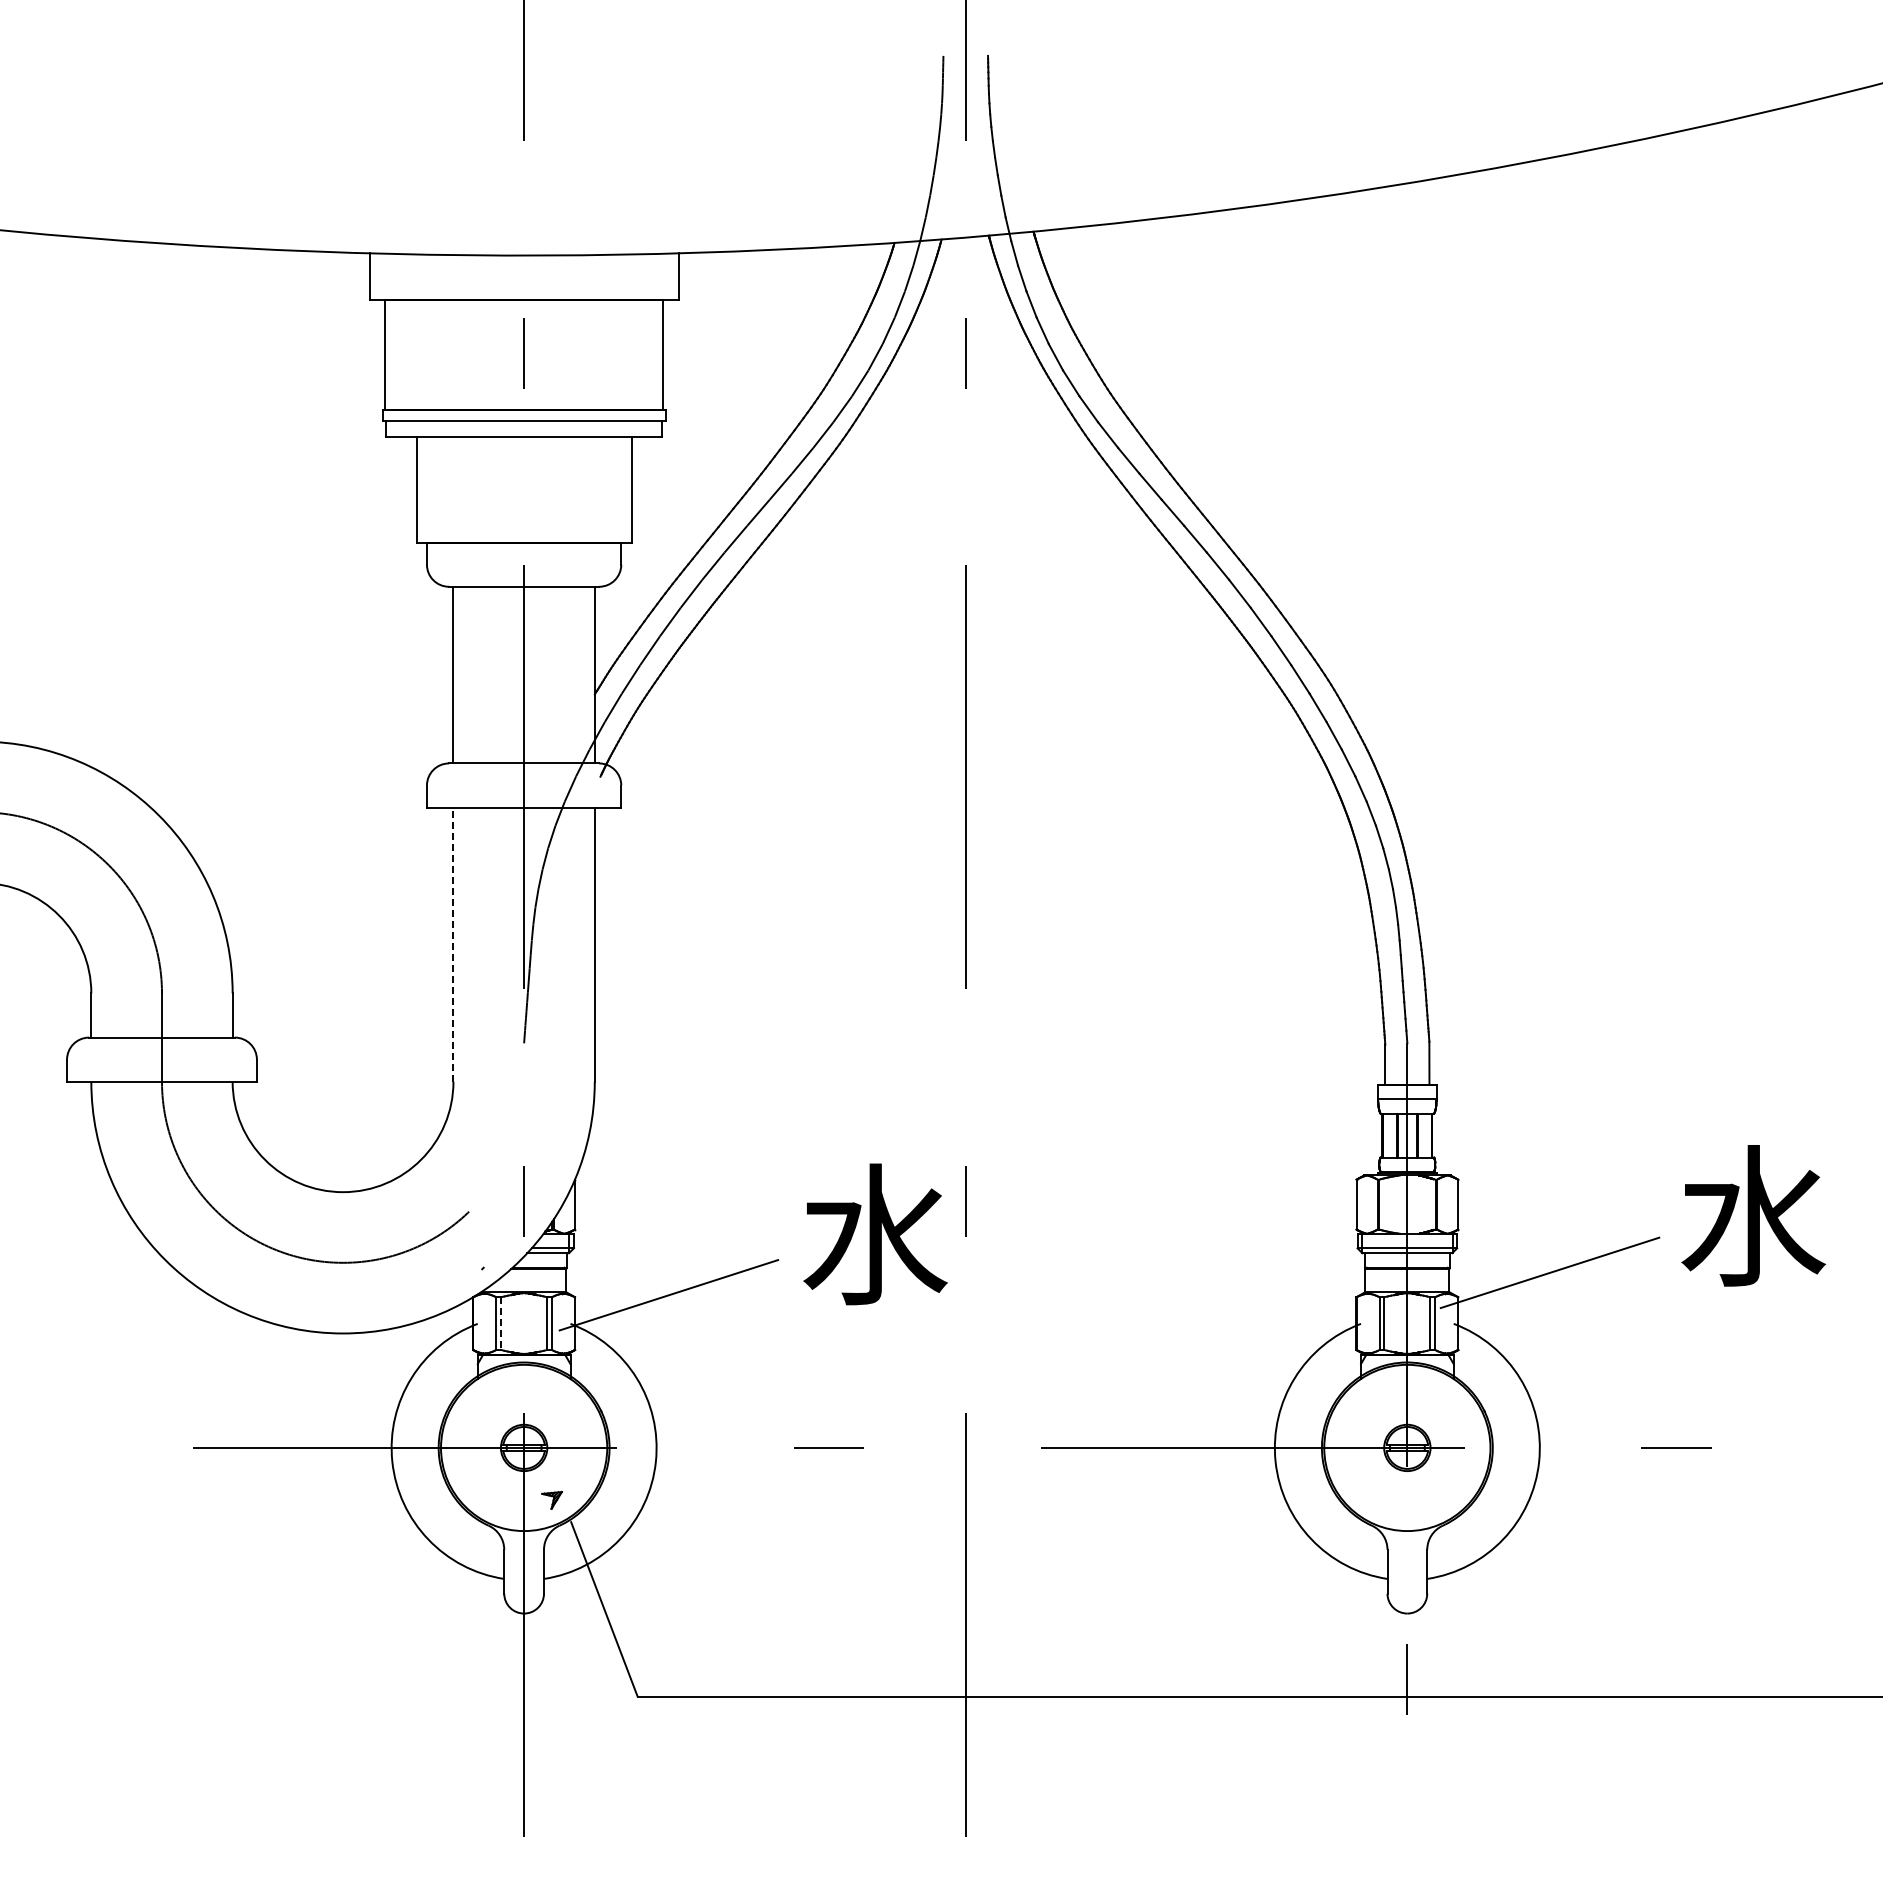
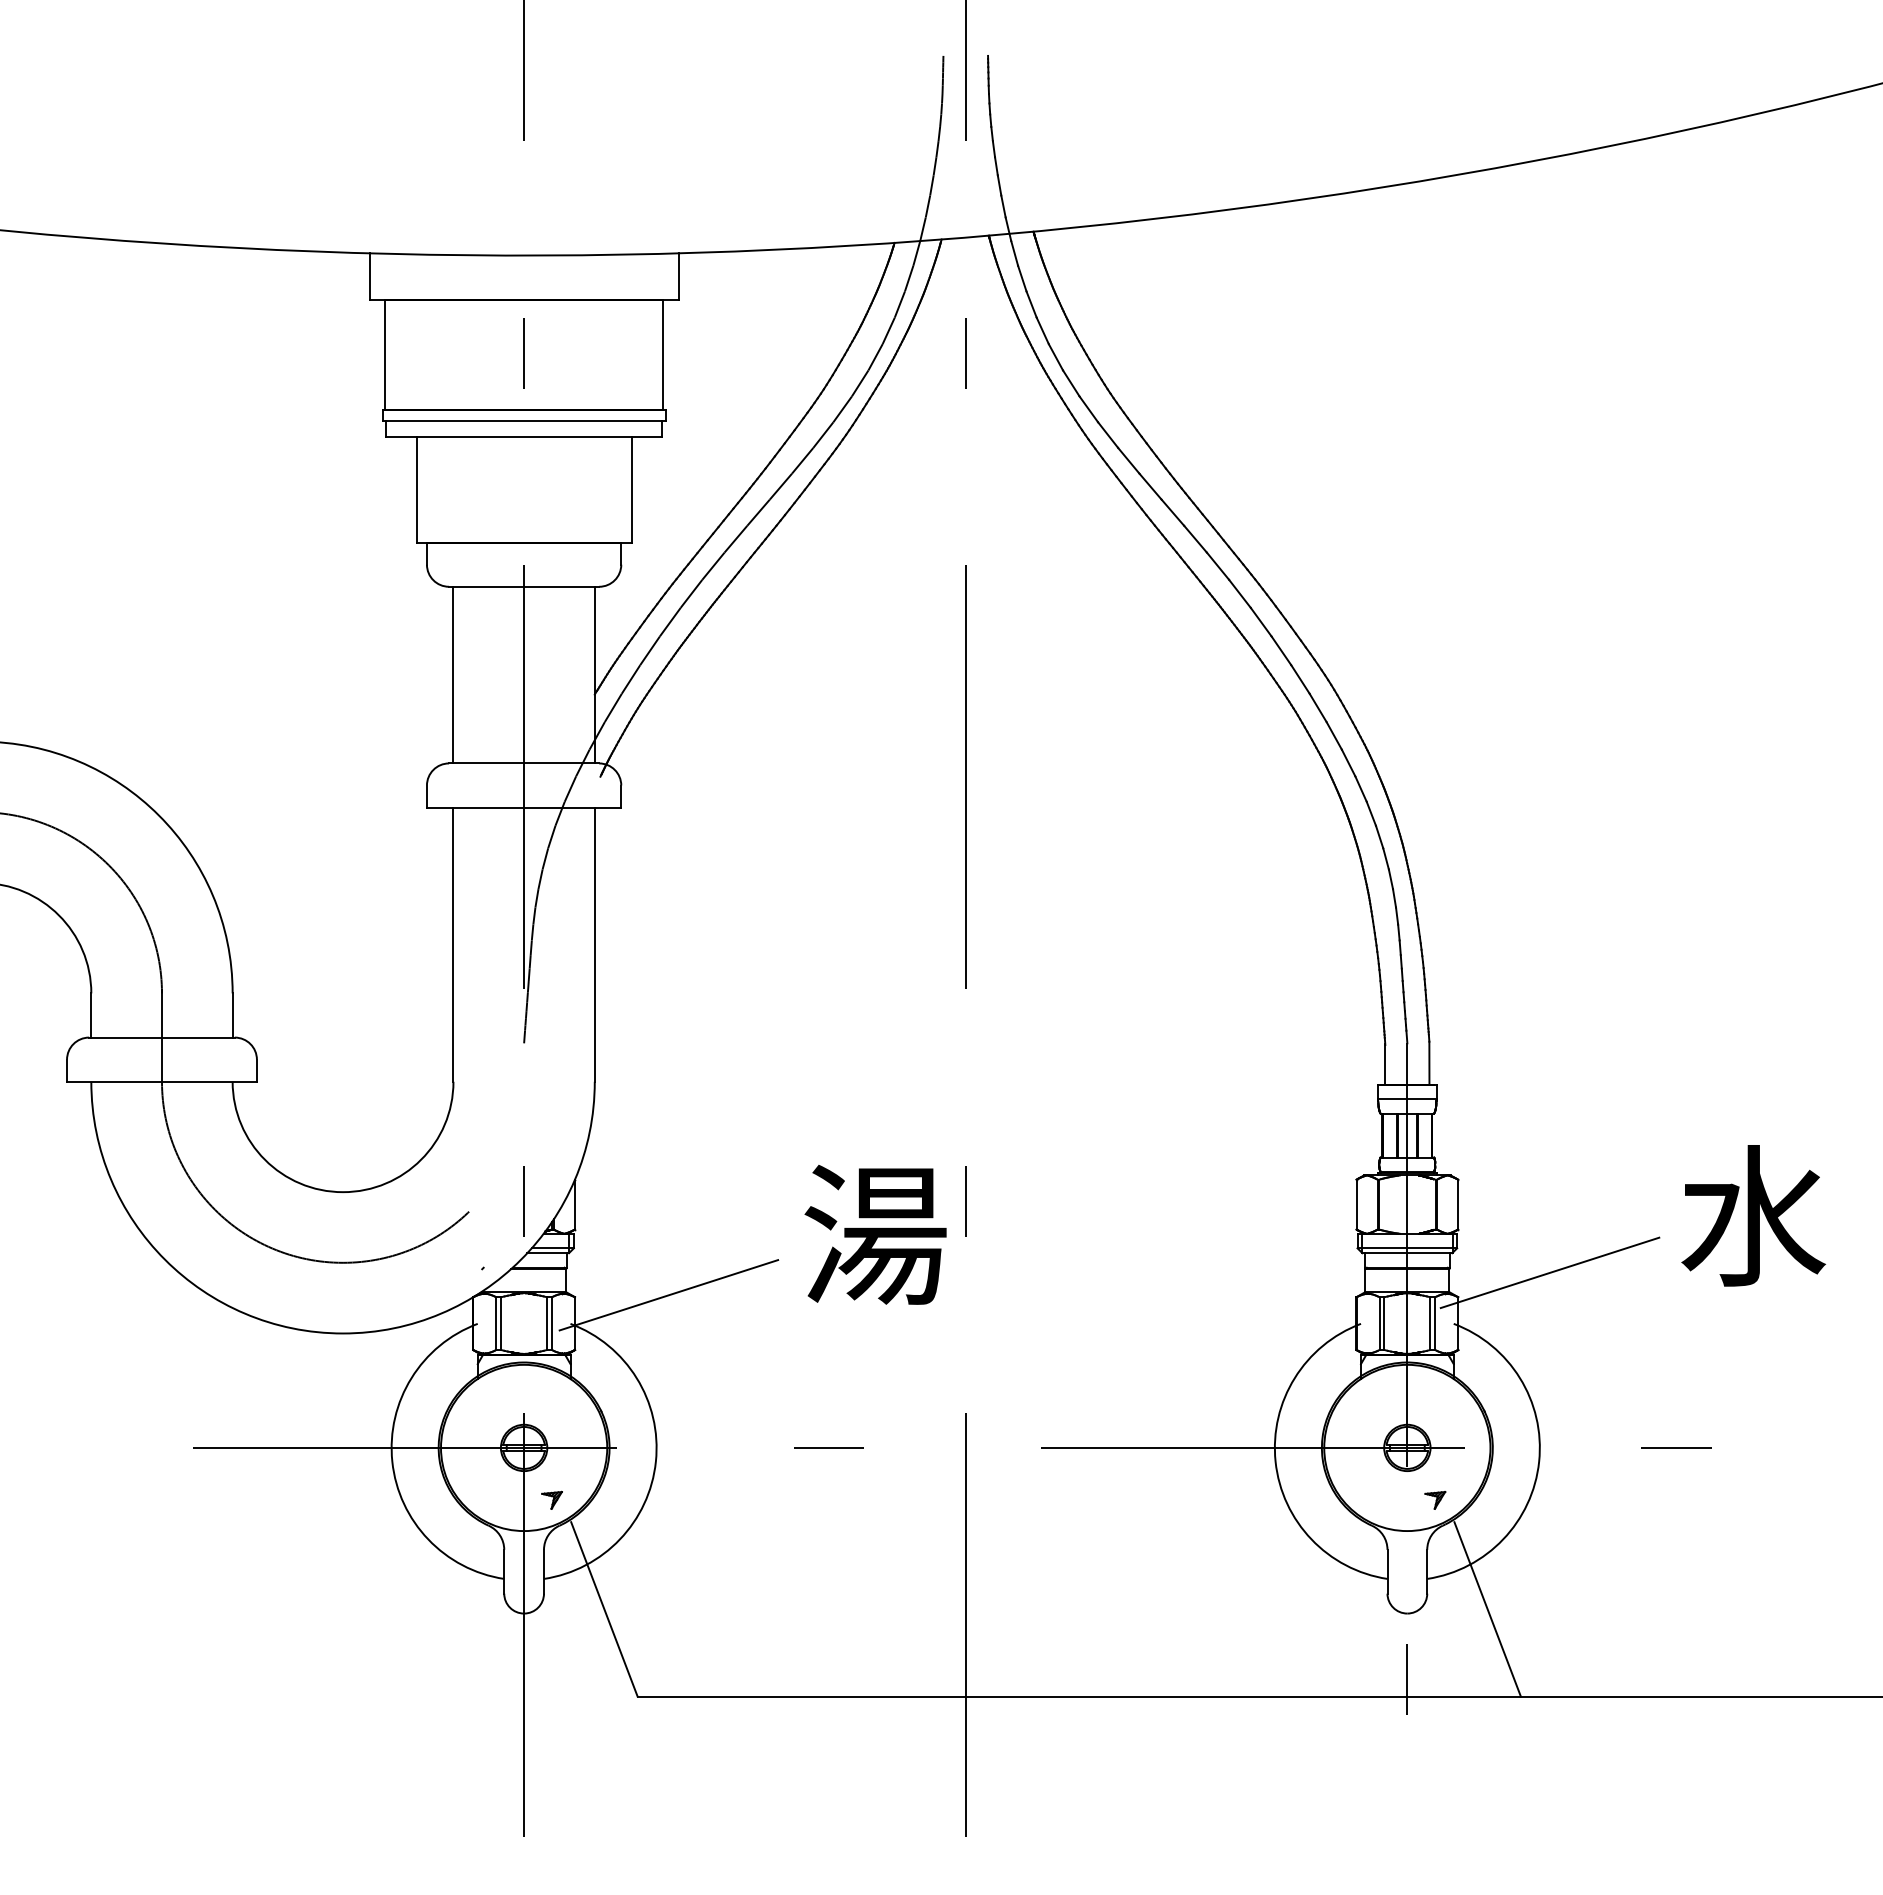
line at (453, 944): dashed -> solid
text at (875, 1234): 水 -> 湯
line at (501, 1324): dashed -> solid
part at (1435, 1500): none -> present
line at (1487, 1609): none -> present
